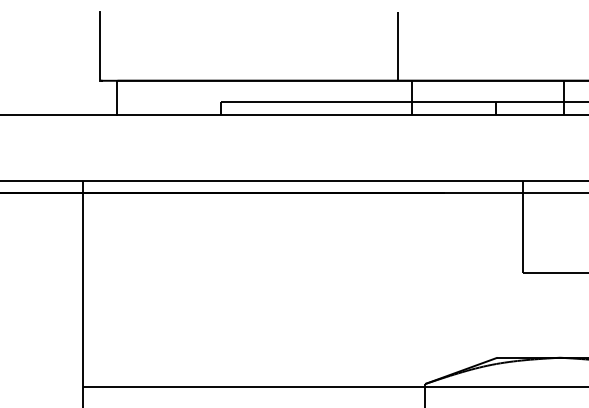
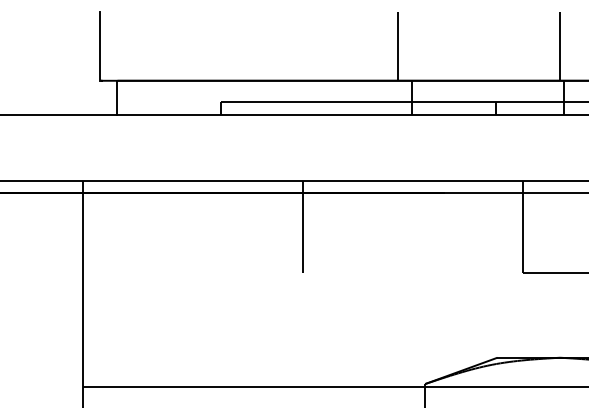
line at (559, 45): none -> present
line at (303, 226): none -> present
